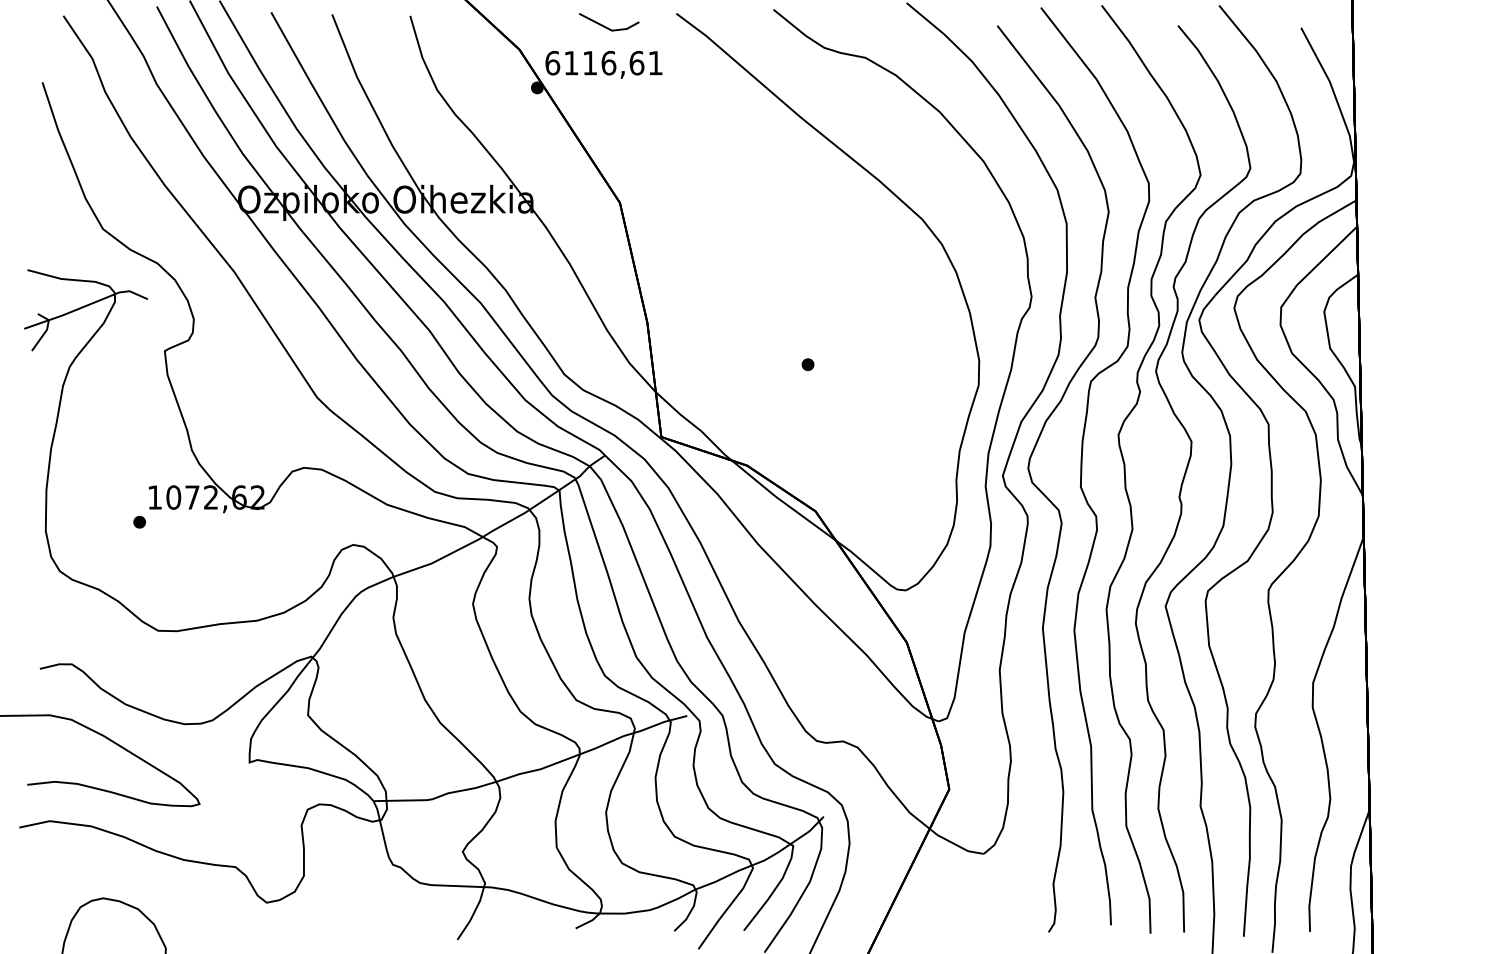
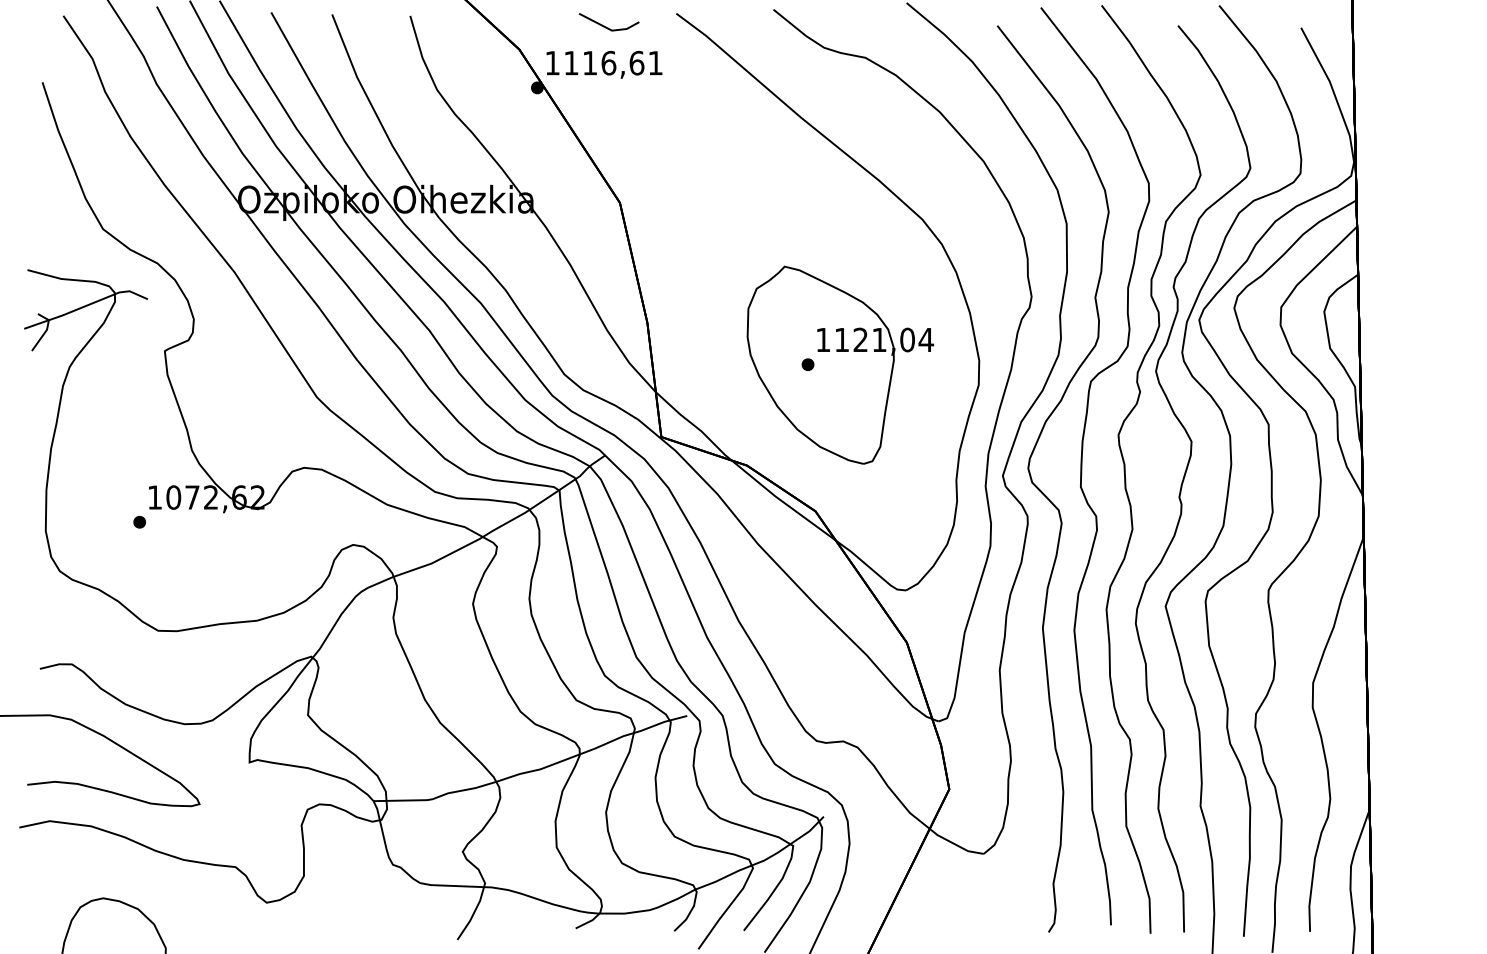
text at (552, 62): 6116,61 -> 1116,61
part at (839, 364): none -> present
